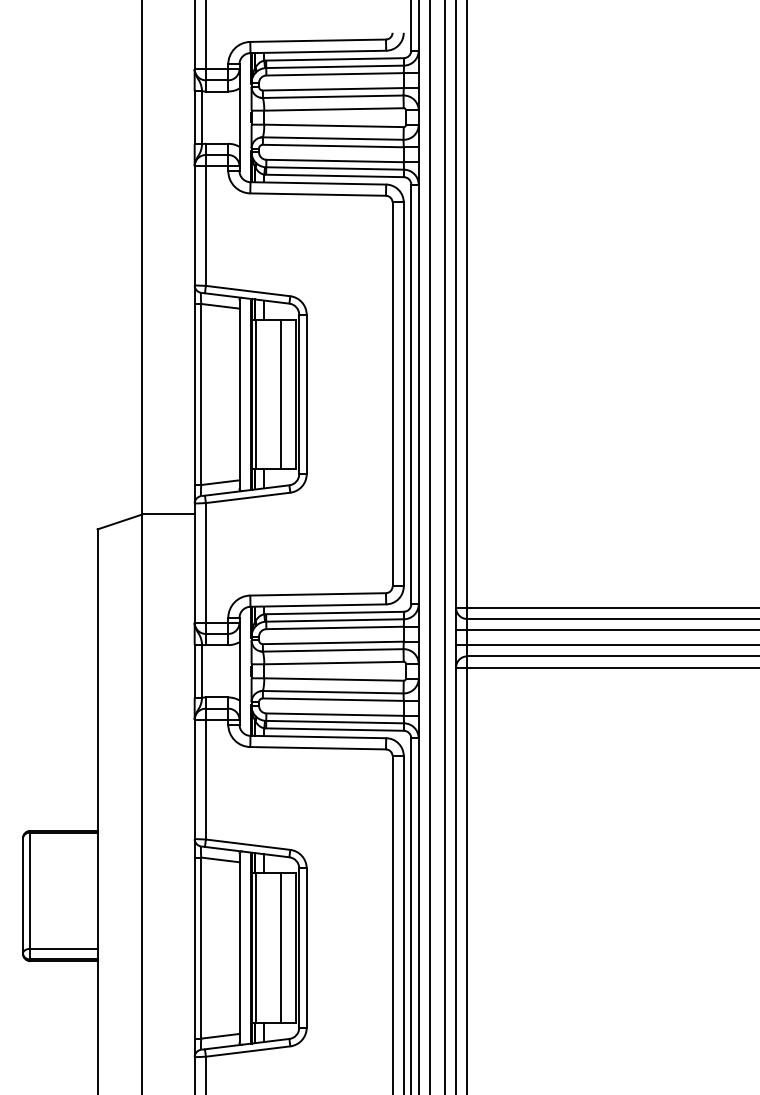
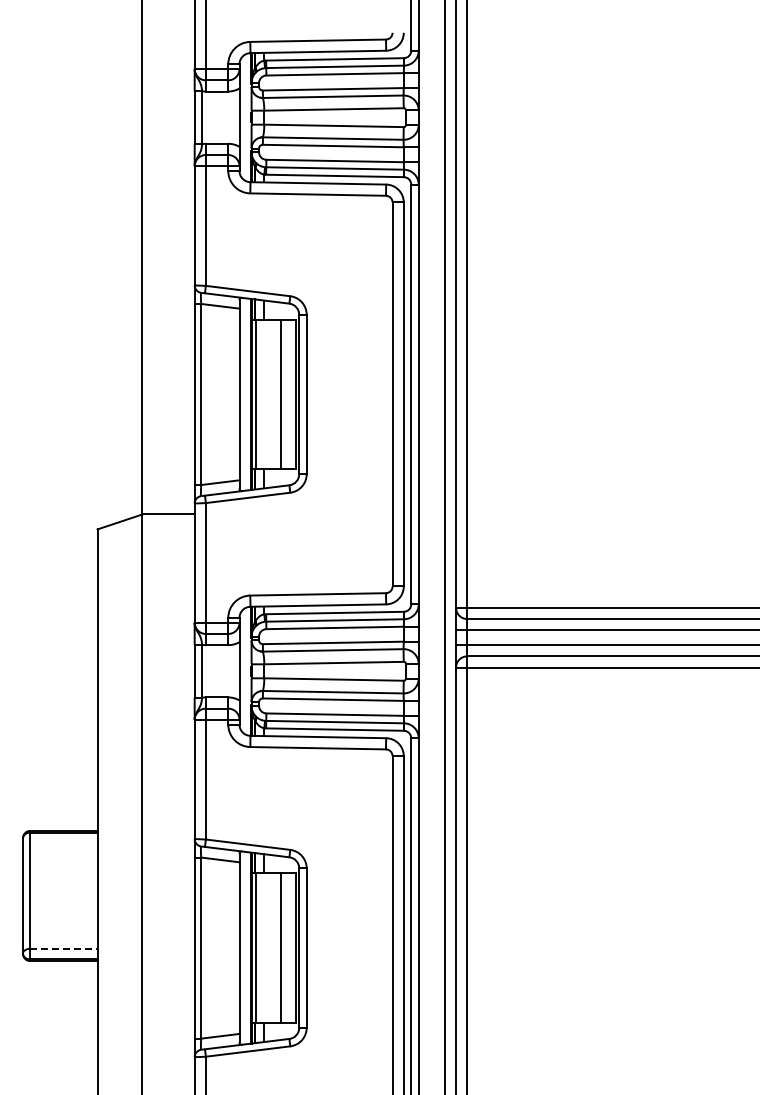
line at (429, 546): present -> none
line at (64, 948): solid -> dashed
